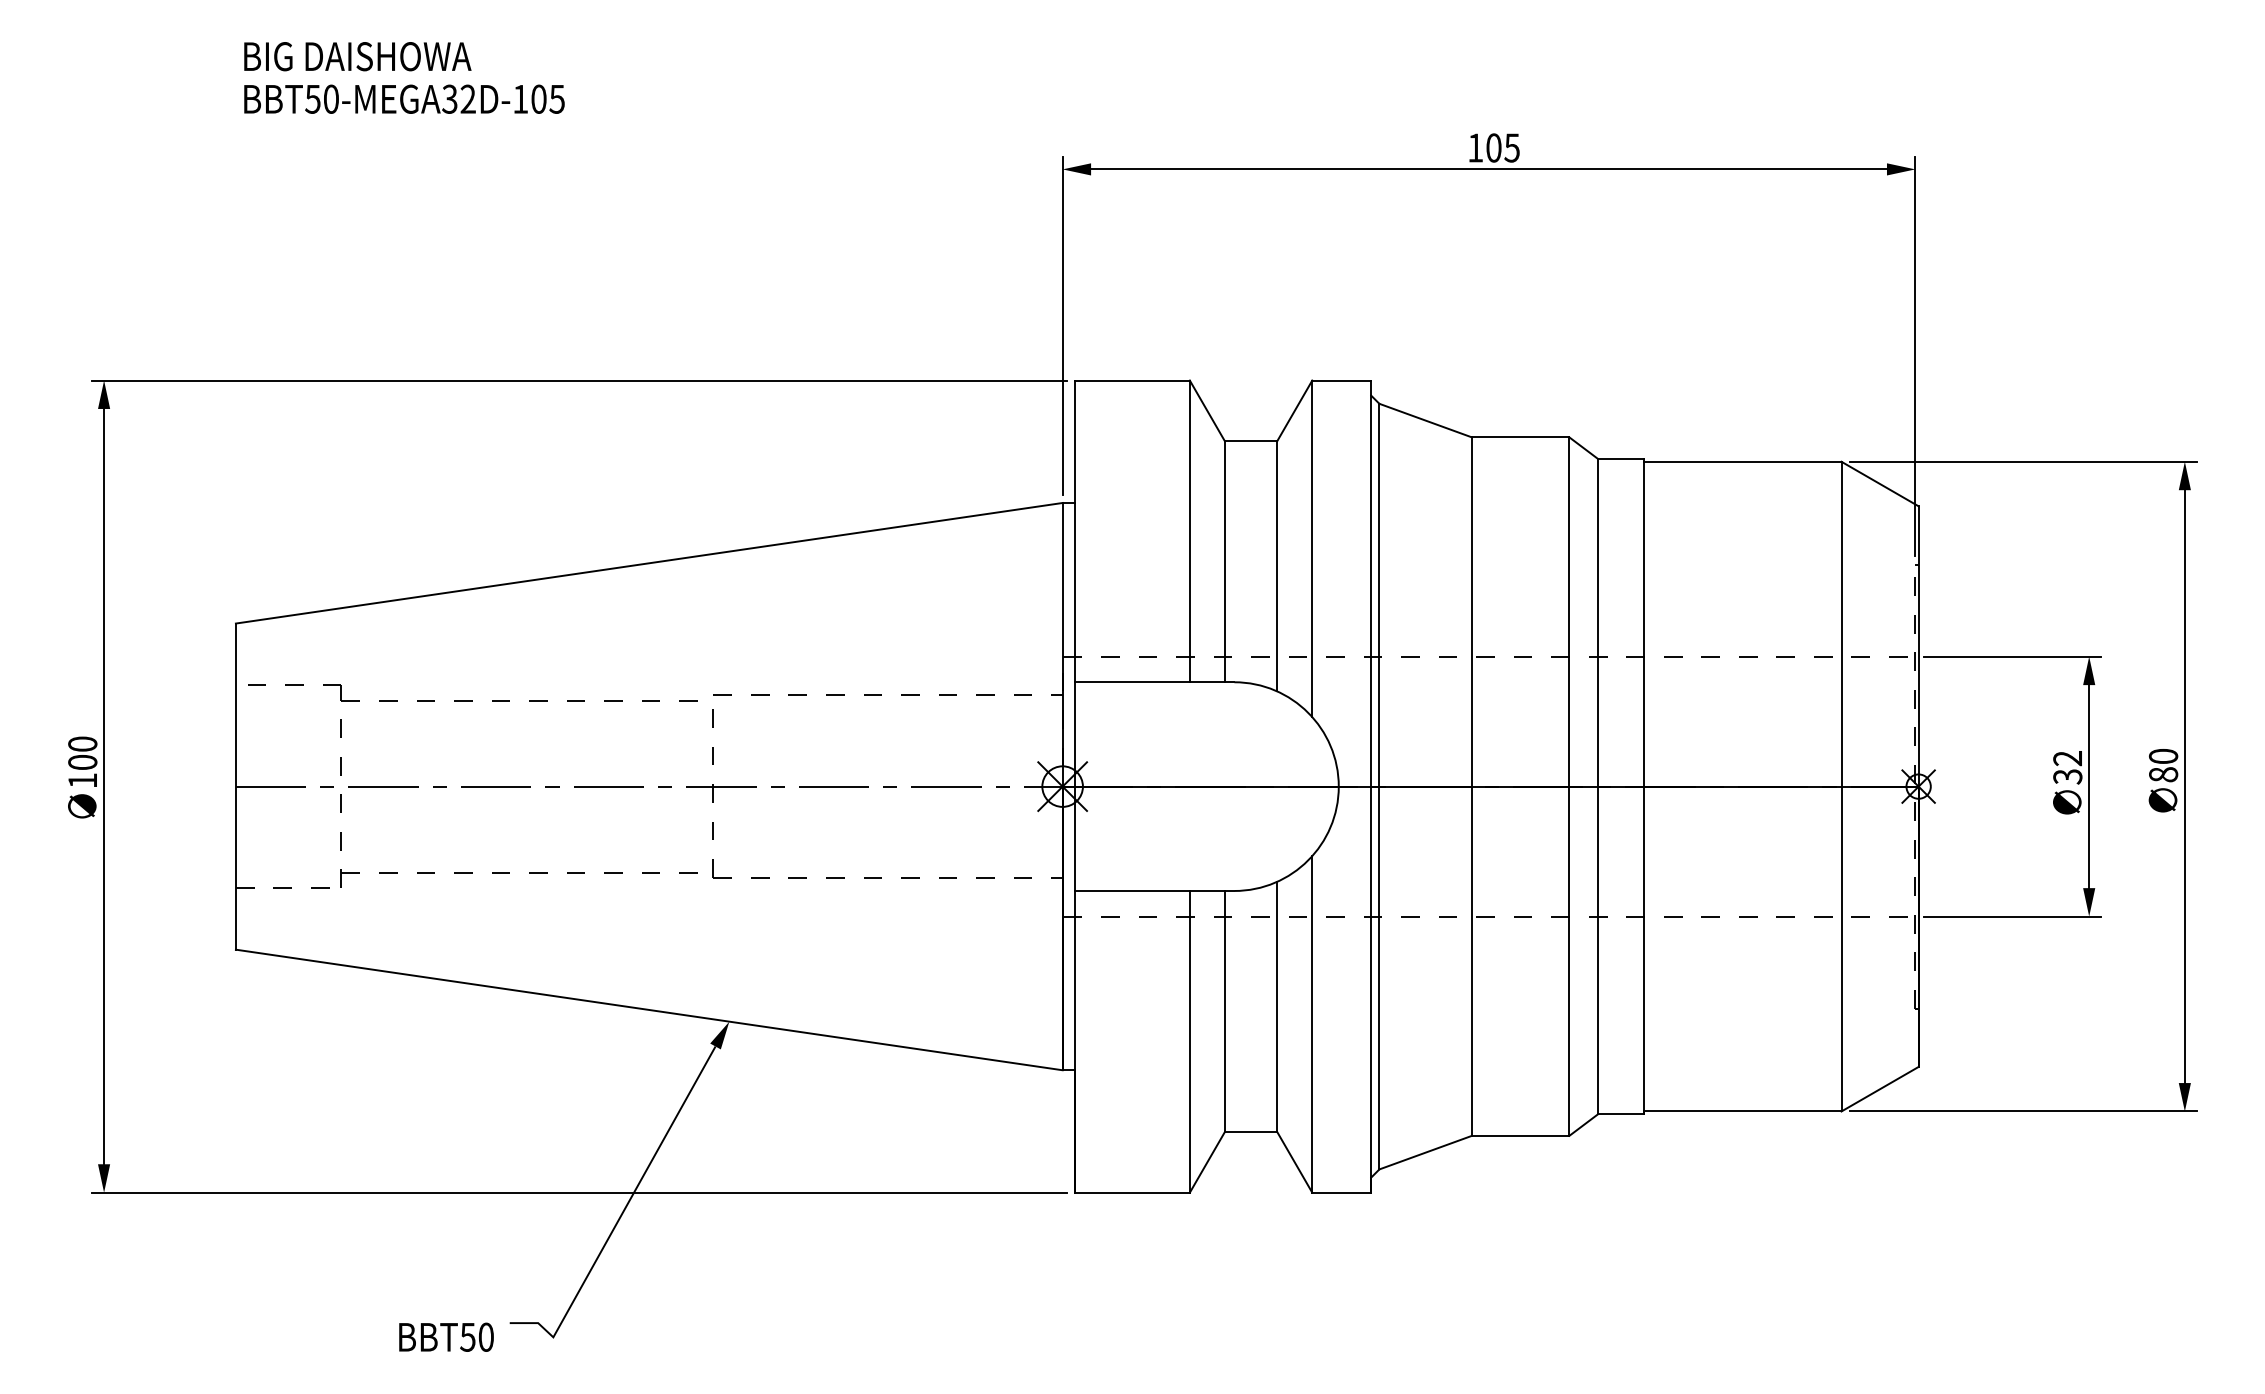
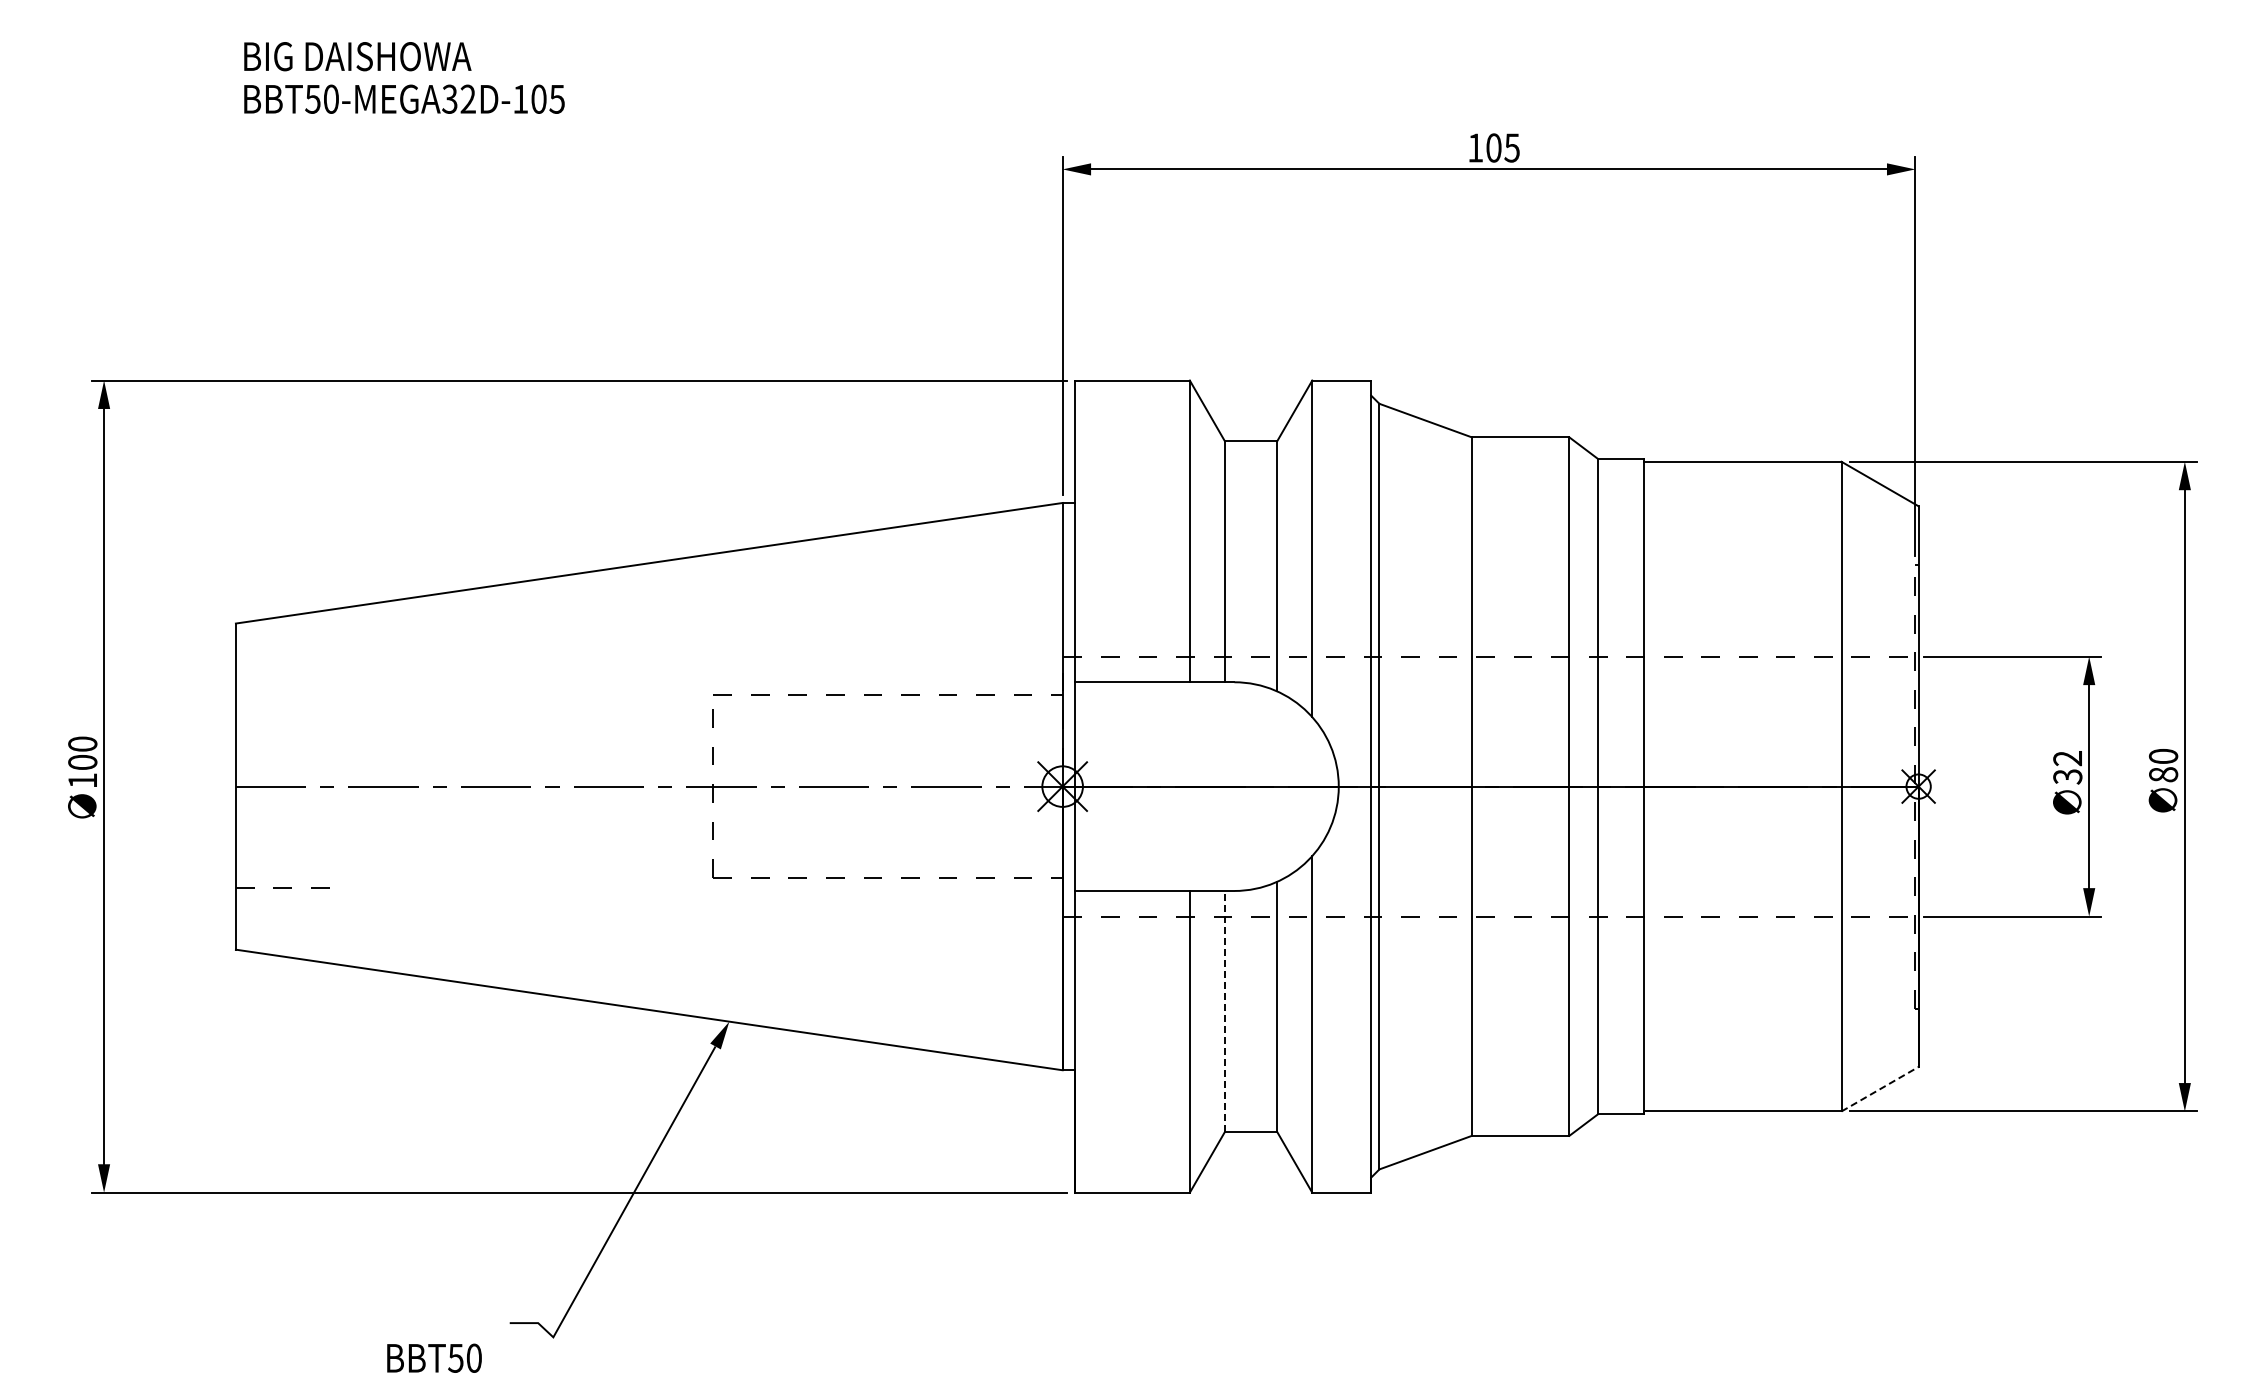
part at (472, 701): present -> none
line at (1225, 1010): solid -> dashed
line at (1880, 1089): solid -> dashed
text at (446, 1336) position: (446, 1336) -> (434, 1357)
